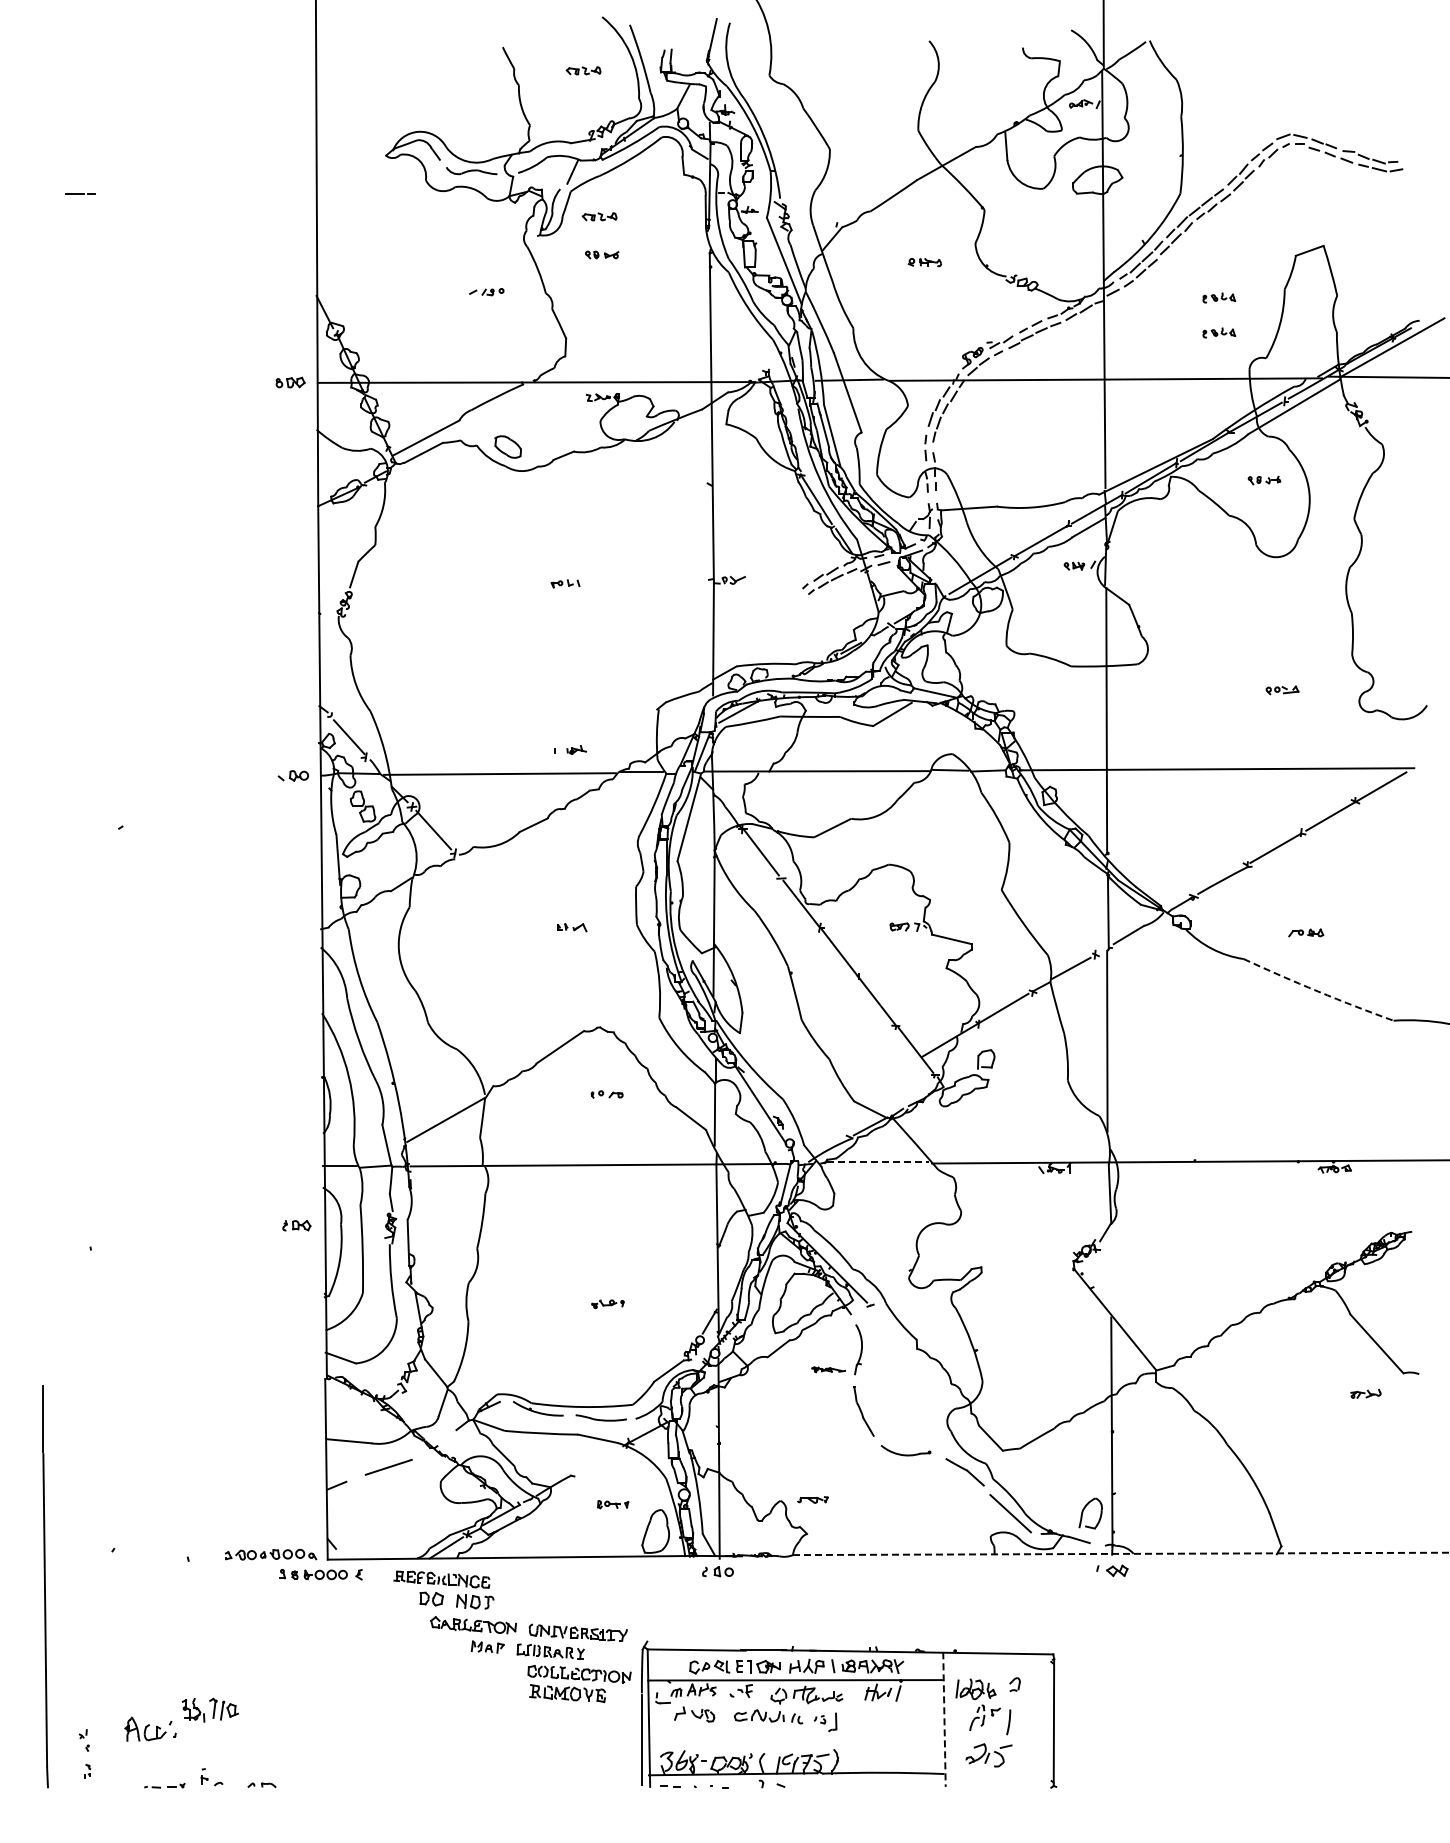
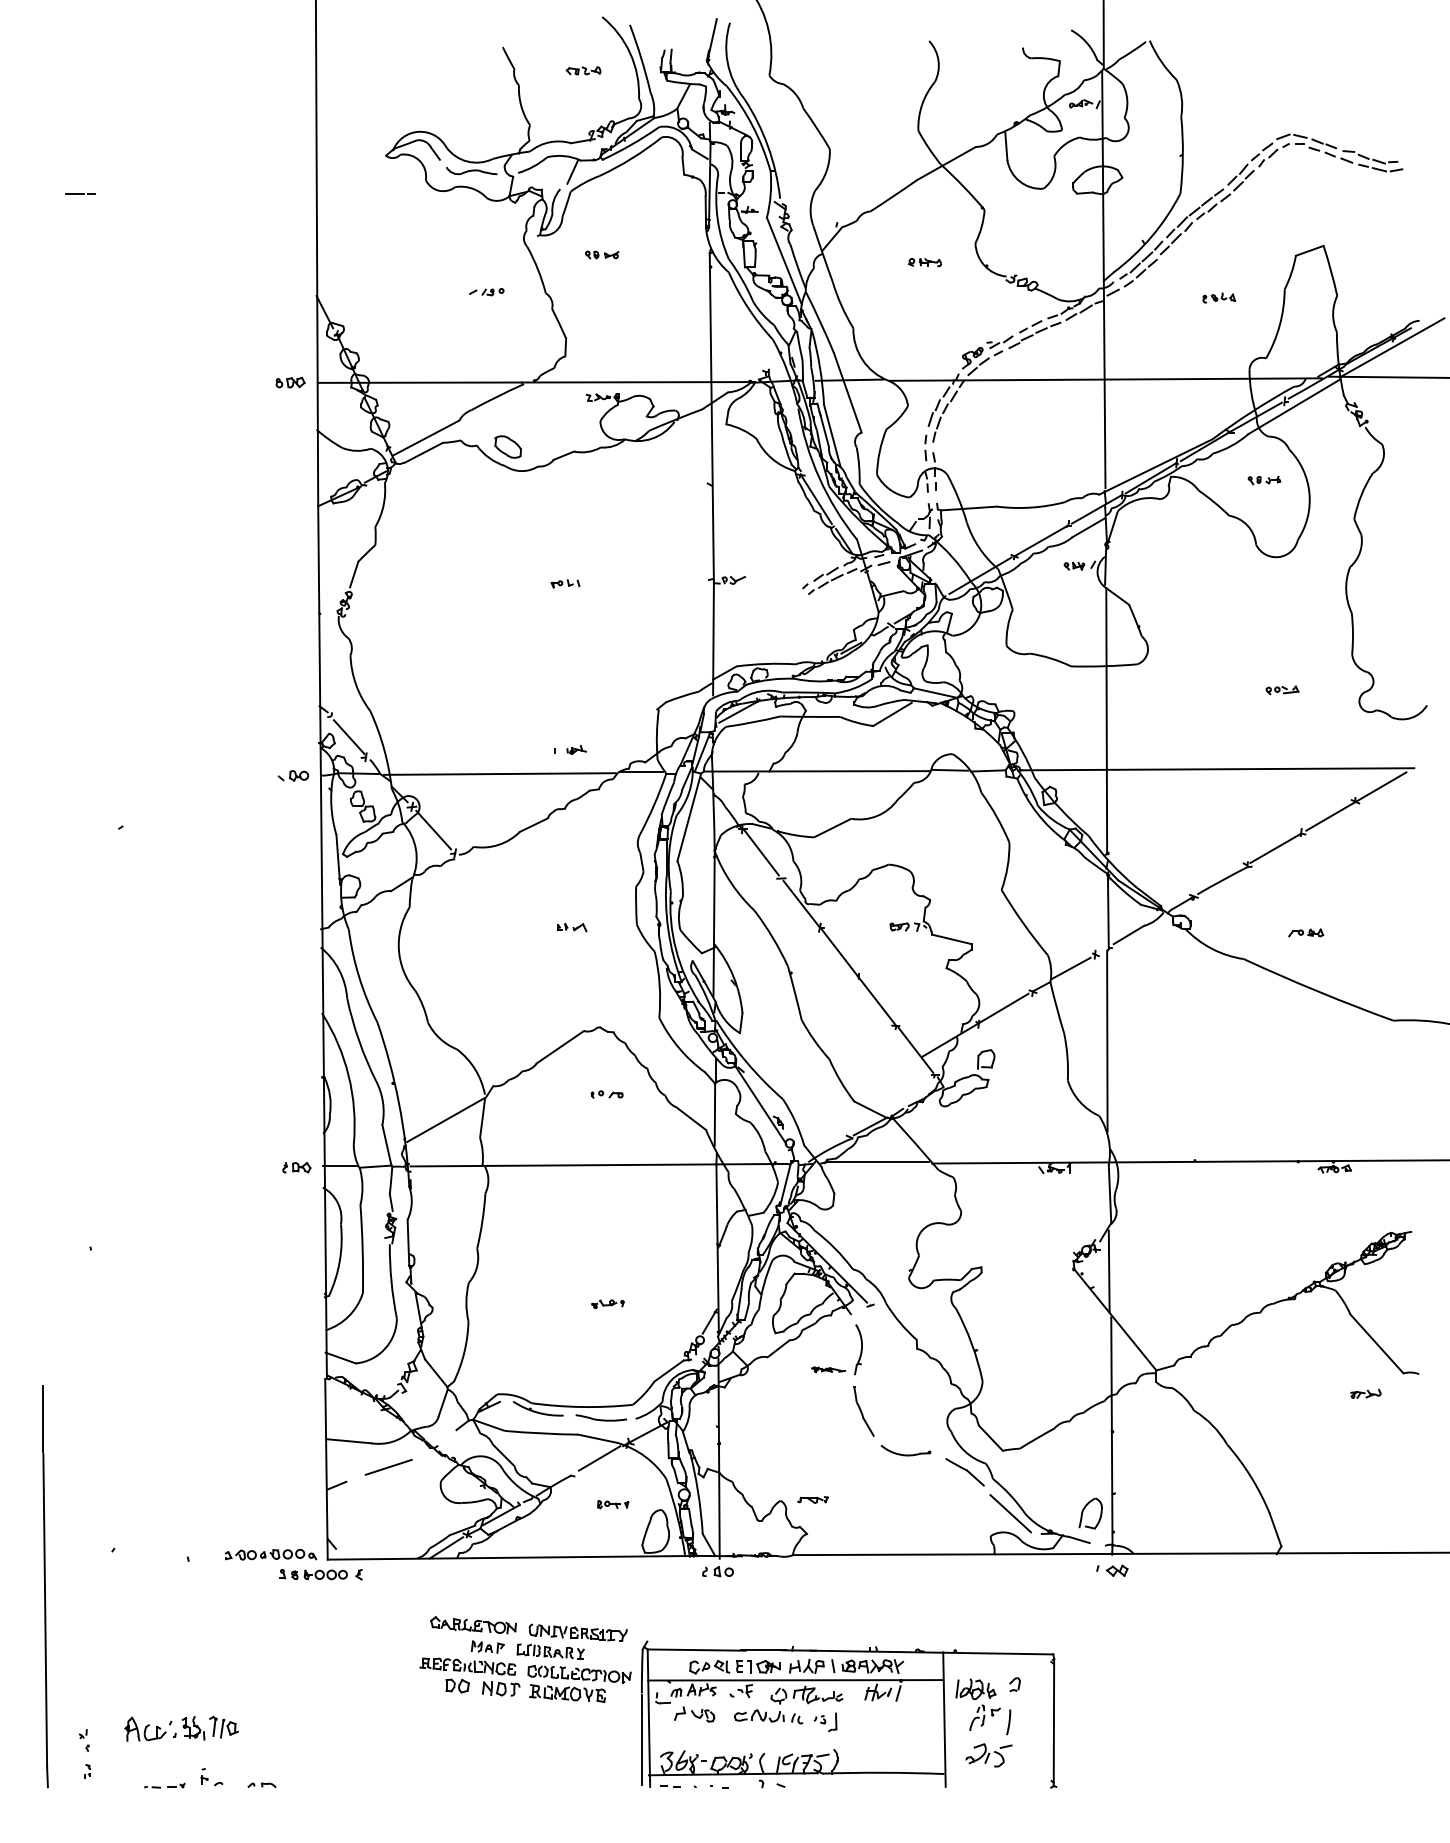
part at (599, 216): present -> none
part at (1218, 332): present -> none
arc at (1318, 991): dashed -> solid
line at (878, 1162): dashed -> solid
part at (296, 1225) position: (296, 1225) -> (296, 1167)
line at (1108, 1271): none -> present
line at (599, 1458): none -> present
line at (1121, 1553): dashed -> solid
part at (443, 1589) position: (443, 1589) -> (469, 1676)
part at (209, 1709) position: (209, 1709) -> (209, 1727)
line at (944, 1720): dashed -> solid
